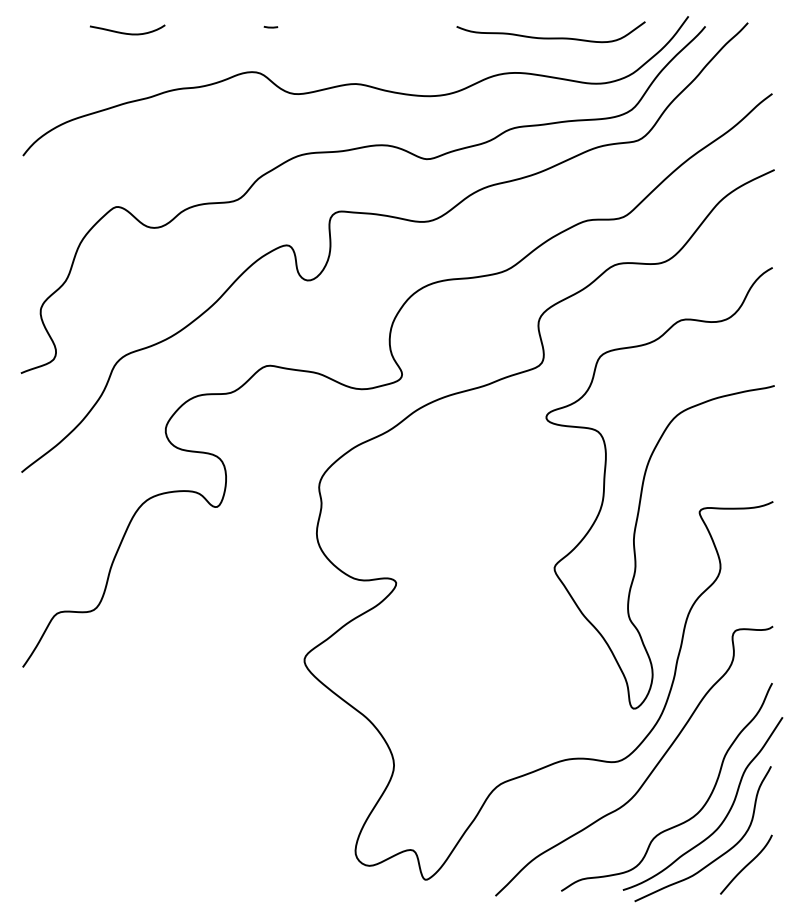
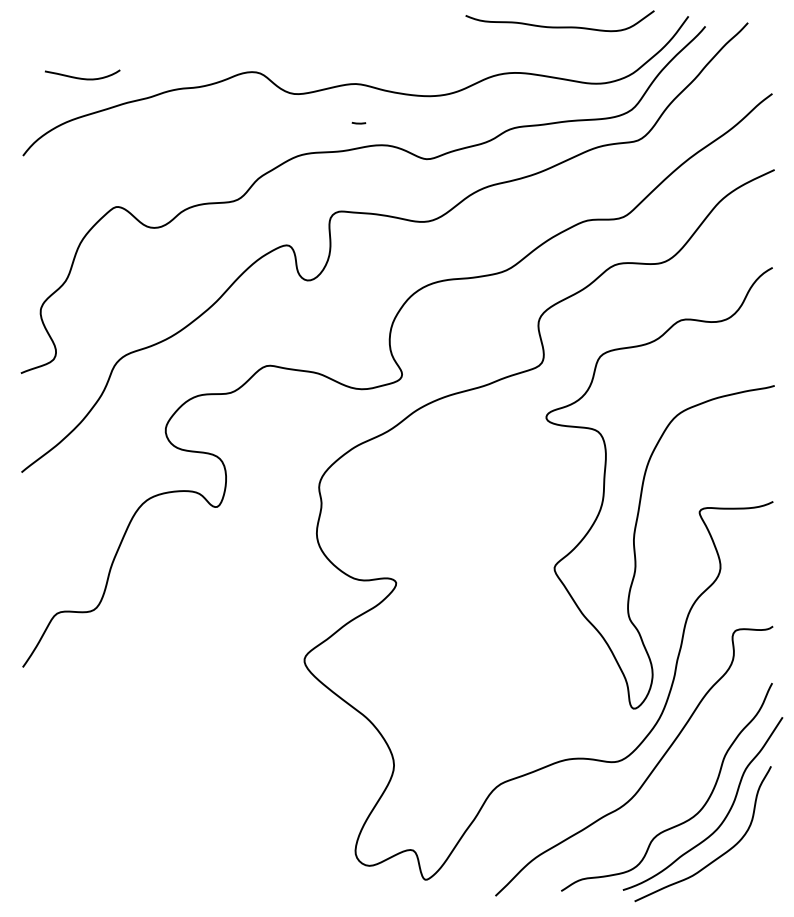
line at (270, 27) position: (270, 27) -> (358, 123)
curve at (126, 32) position: (126, 32) -> (81, 77)
curve at (550, 37) position: (550, 37) -> (559, 26)
curve at (746, 864): present -> none
